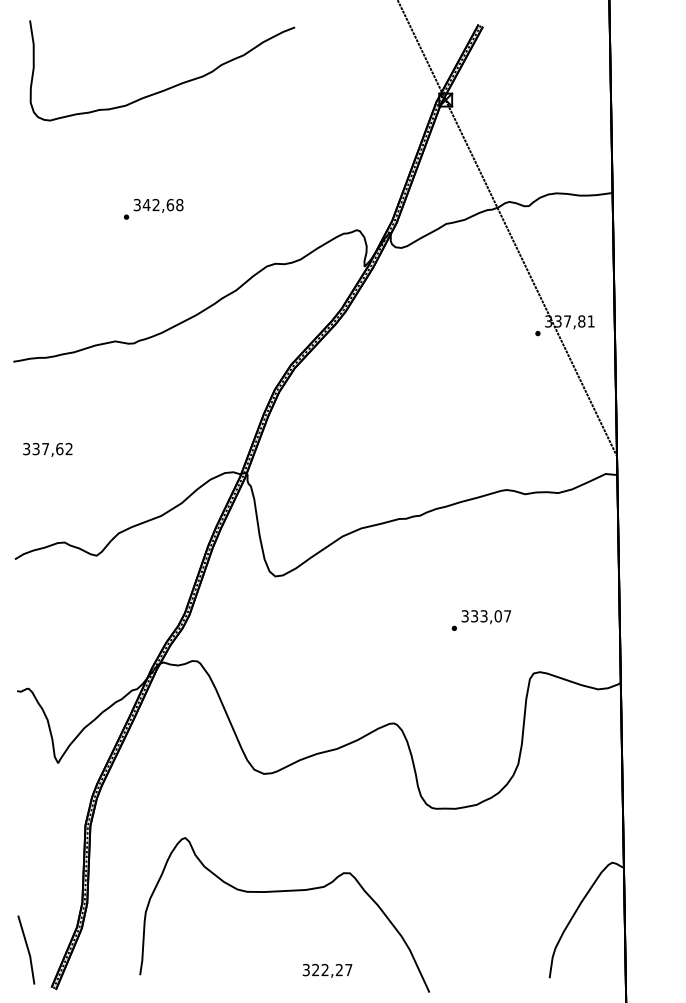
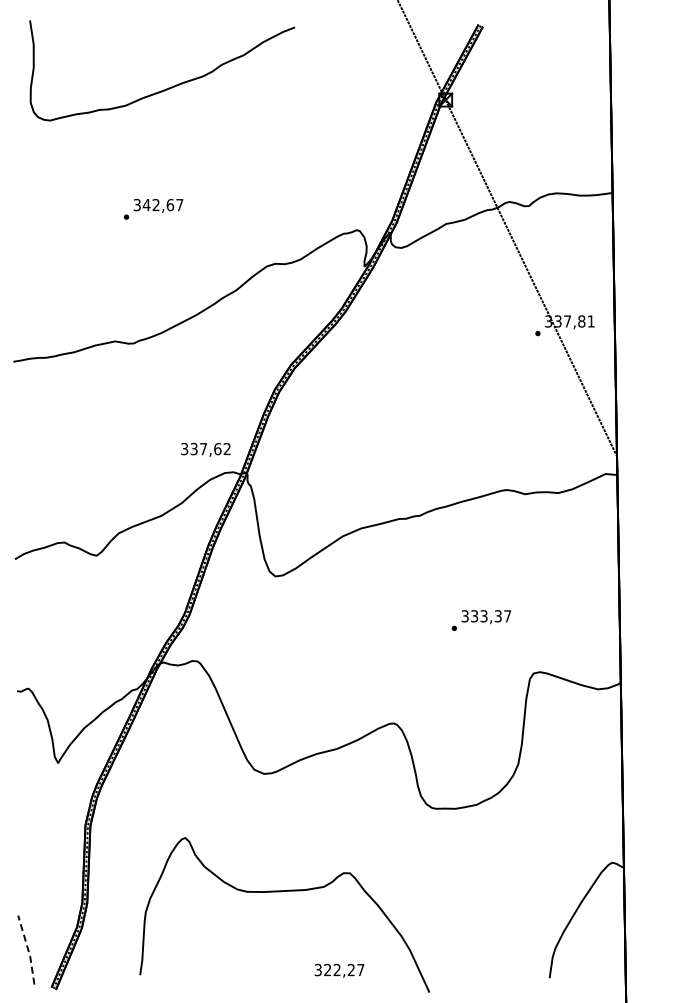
text at (179, 204): 342,68 -> 342,67
text at (47, 449) position: (47, 449) -> (205, 449)
text at (497, 616): 333,07 -> 333,37
line at (28, 949): solid -> dashed
text at (327, 970) position: (327, 970) -> (339, 970)
